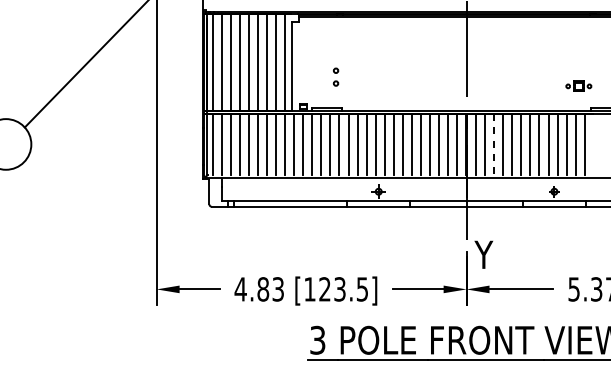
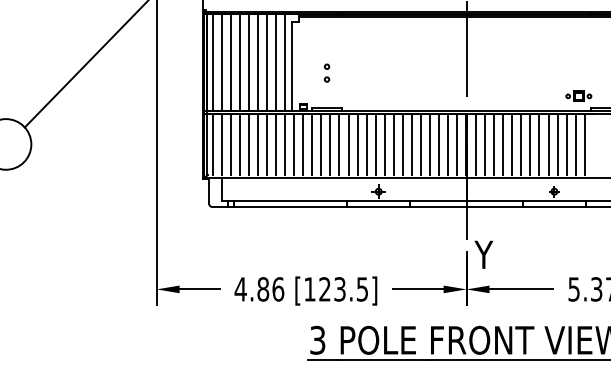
part at (335, 76) position: (335, 76) -> (326, 72)
part at (578, 85) position: (578, 85) -> (578, 95)
line at (494, 144): dashed -> solid
text at (278, 289): 4.83 -> 4.86
